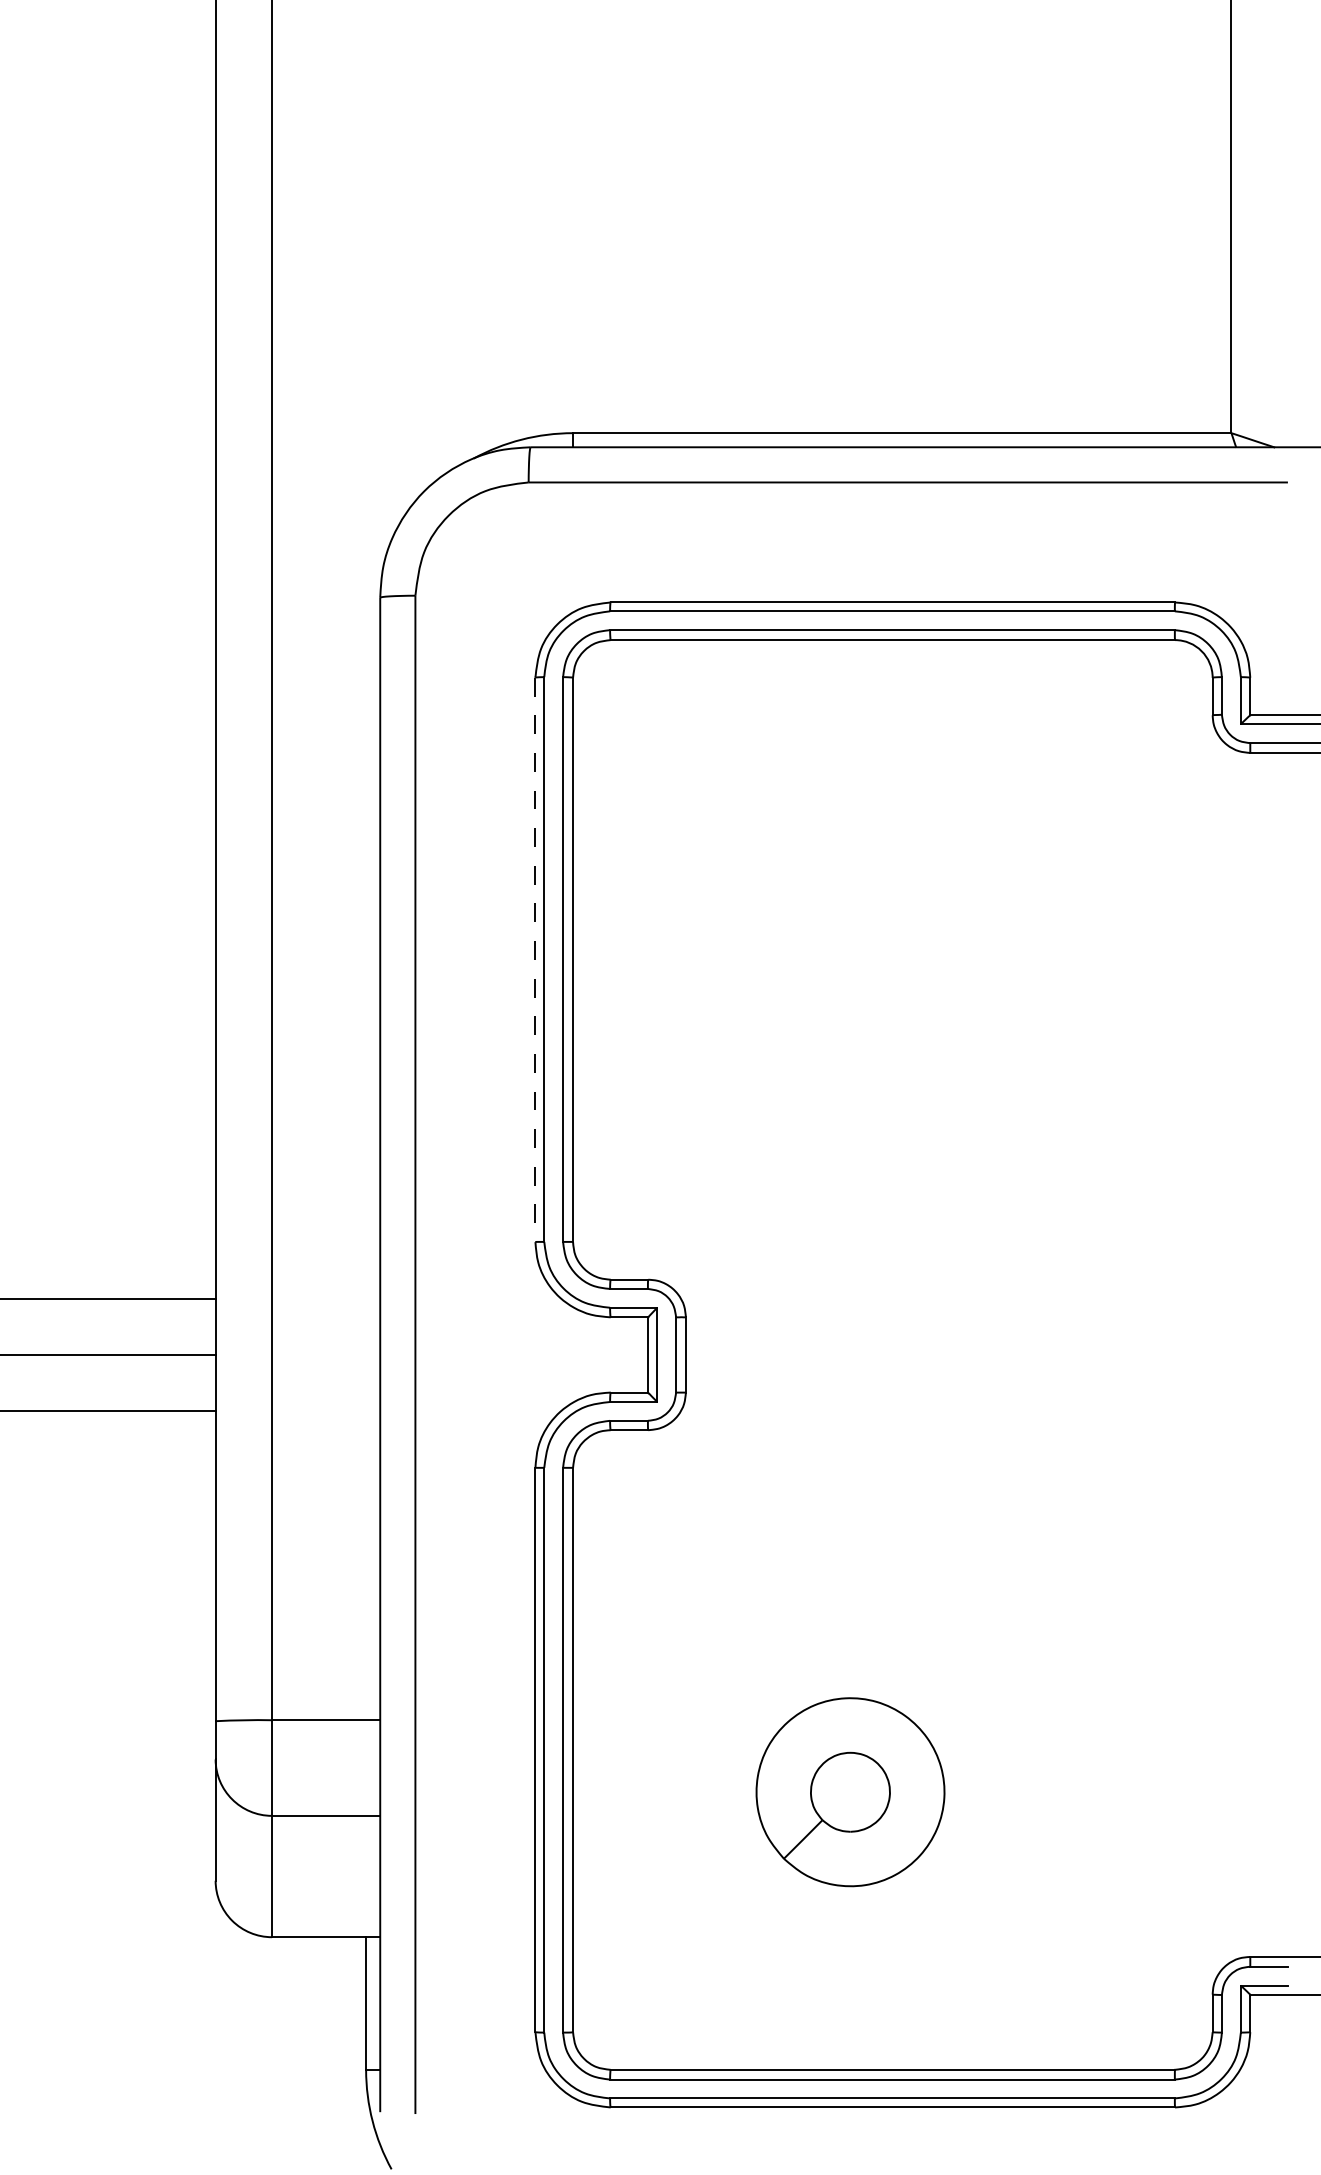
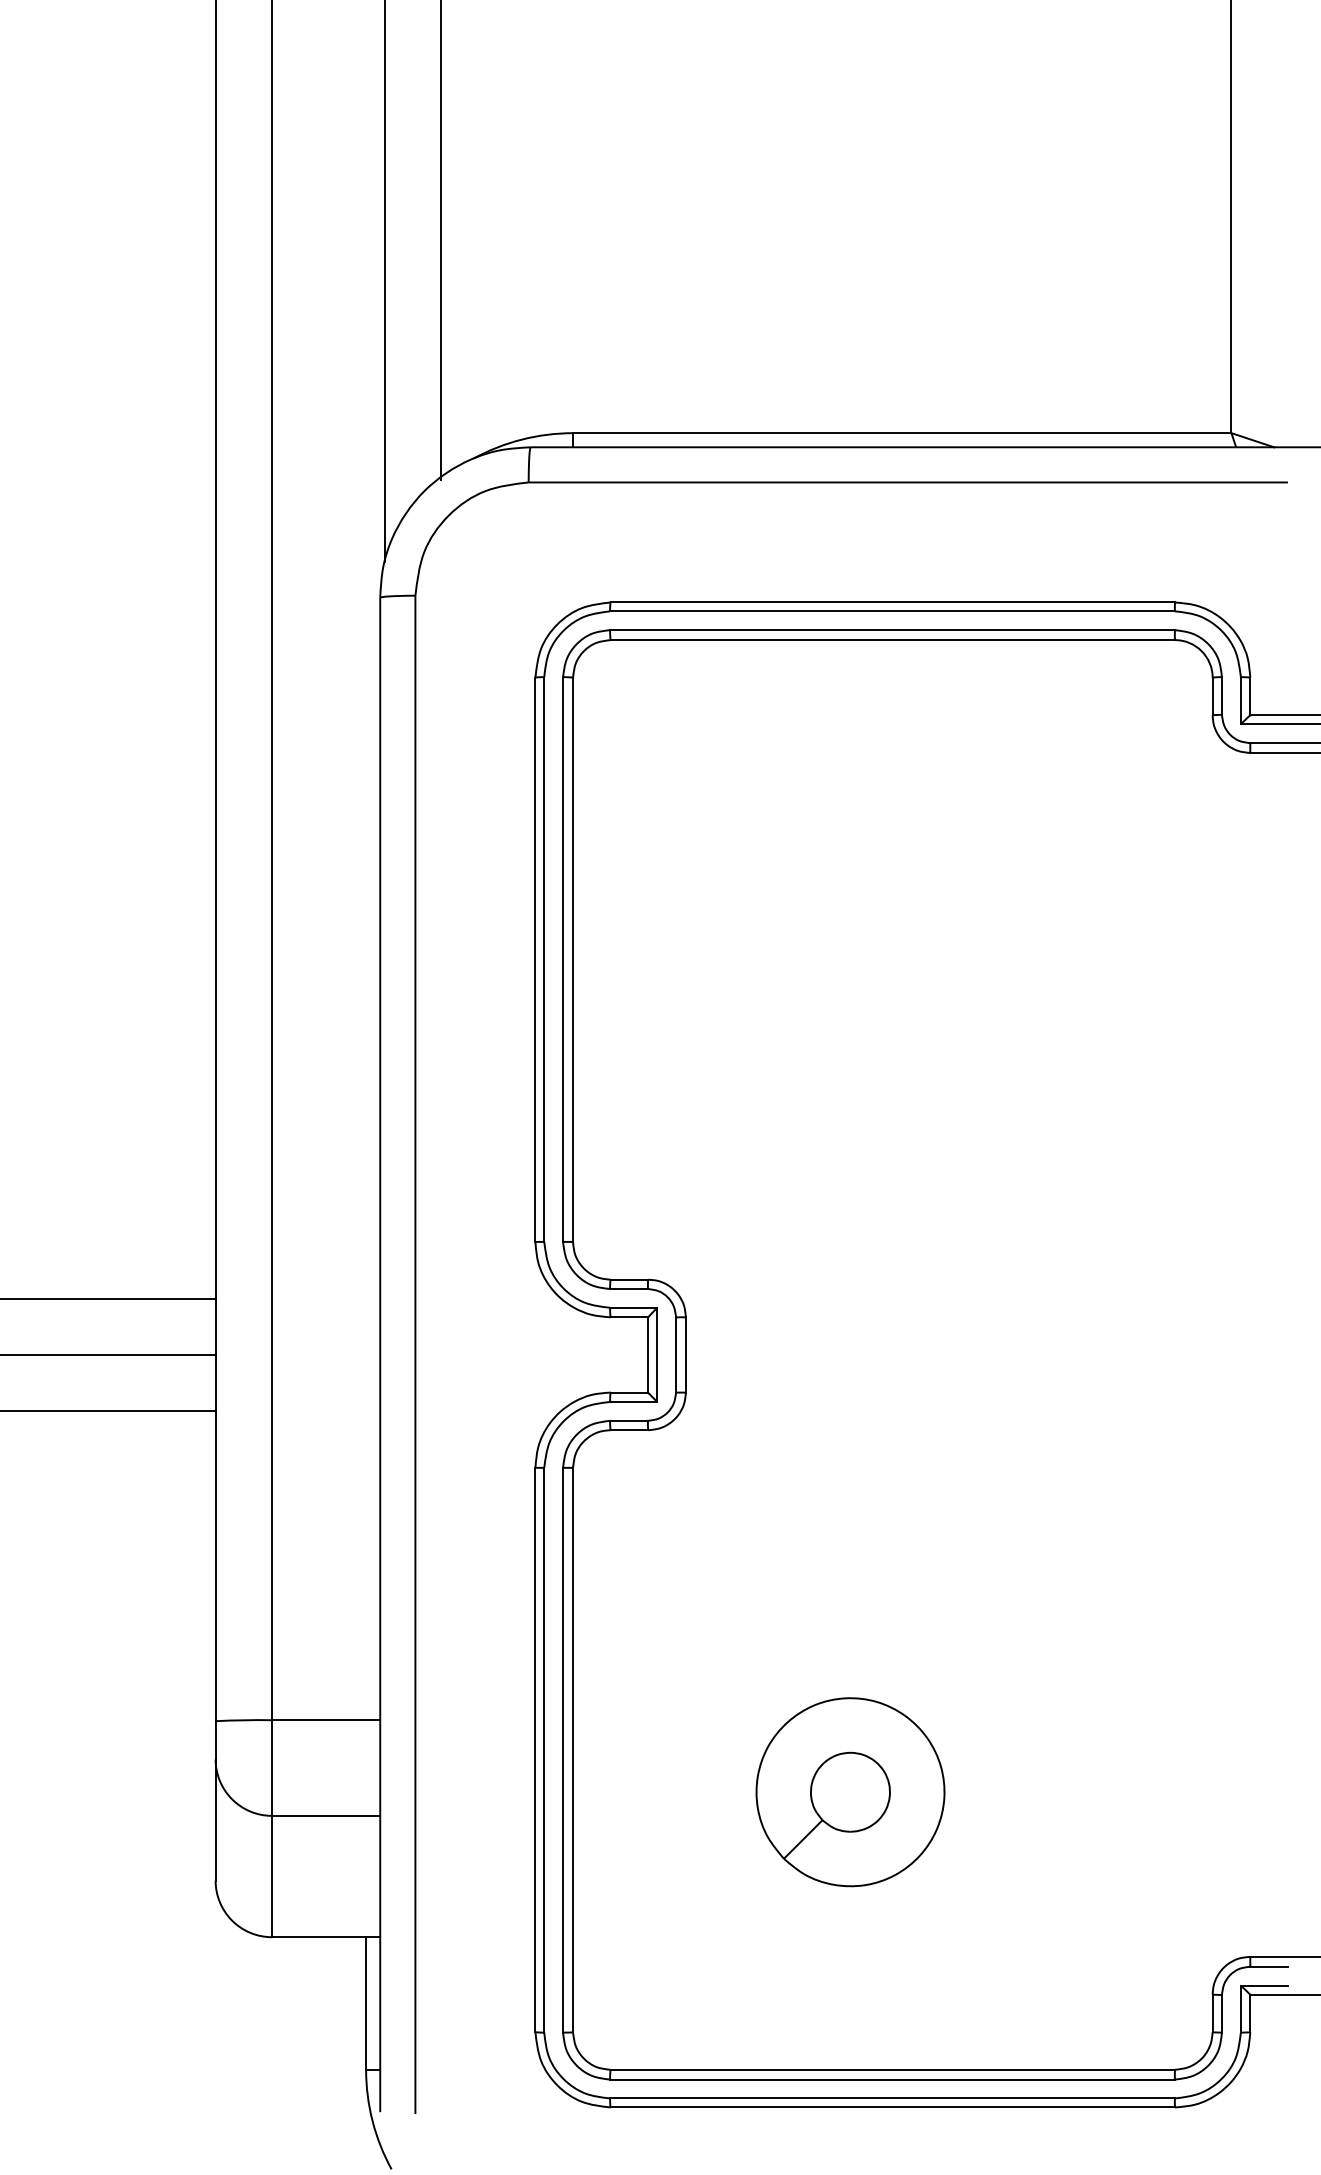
line at (441, 240): none -> present
line at (384, 282): none -> present
line at (535, 960): dashed -> solid
